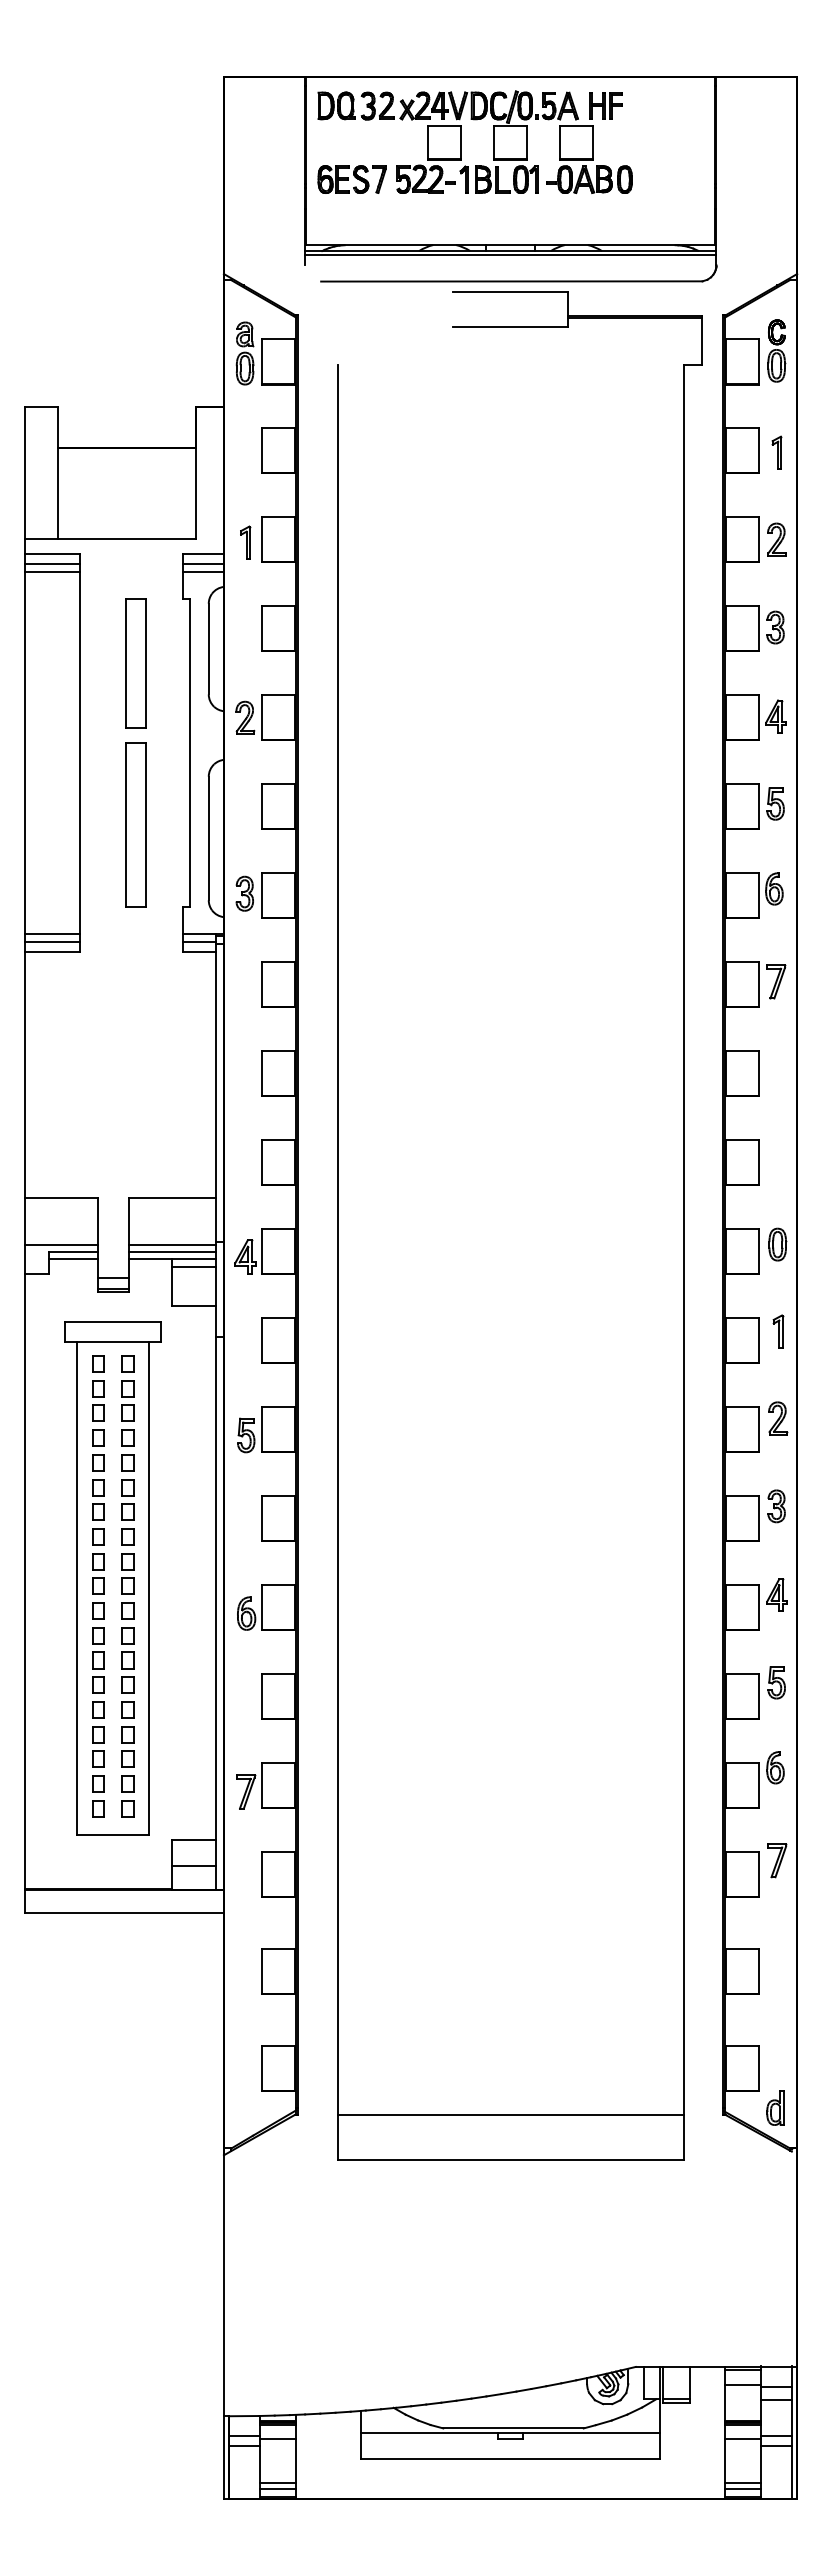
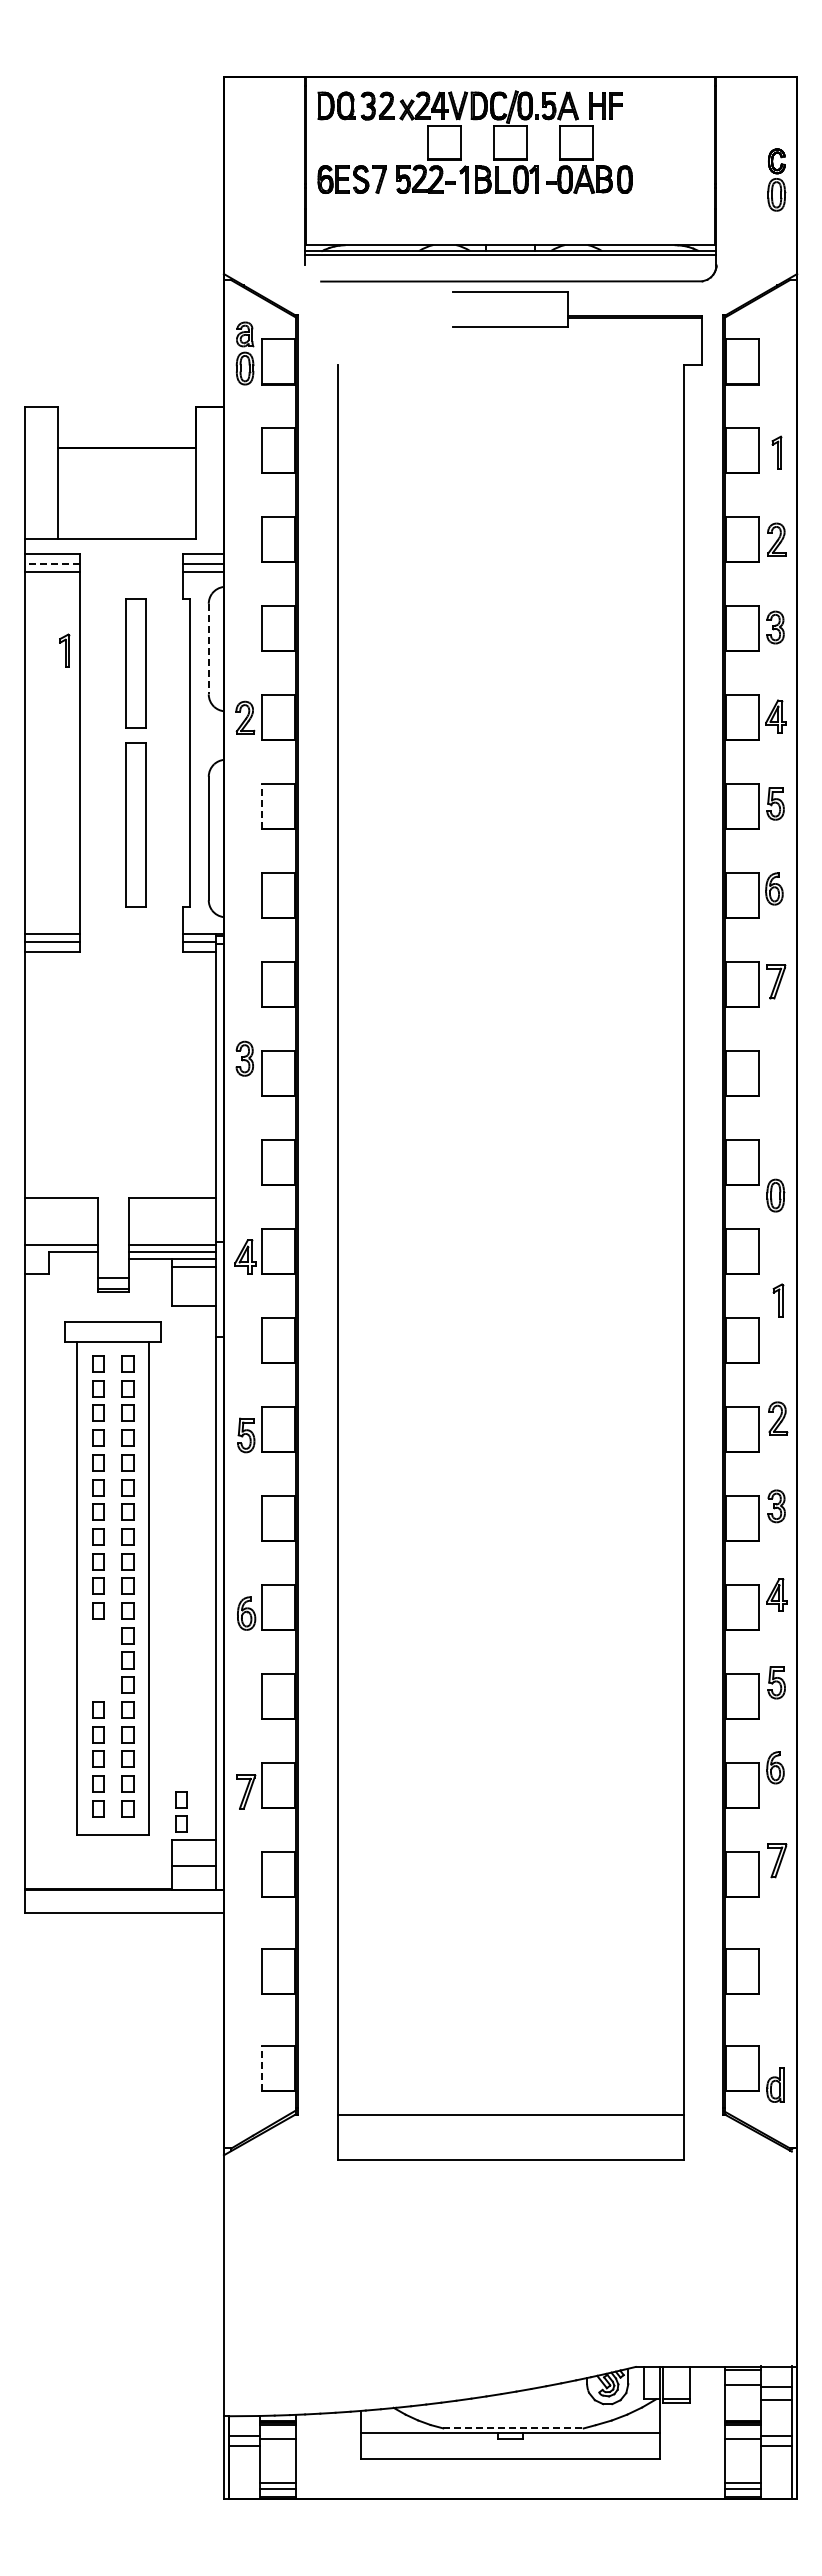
part at (776, 350) position: (776, 350) -> (776, 179)
part at (245, 542) position: (245, 542) -> (64, 650)
line at (52, 563): solid -> dashed
line at (208, 649): solid -> dashed
line at (261, 806): solid -> dashed
part at (244, 893) position: (244, 893) -> (244, 1058)
part at (777, 1244) position: (777, 1244) -> (775, 1195)
line at (73, 1258): present -> none
part at (778, 1331) position: (778, 1331) -> (778, 1300)
part at (98, 1660): present -> none
part at (181, 1811): none -> present
line at (261, 2068): solid -> dashed
part at (775, 2107) position: (775, 2107) -> (775, 2084)
line at (514, 2428): solid -> dashed
